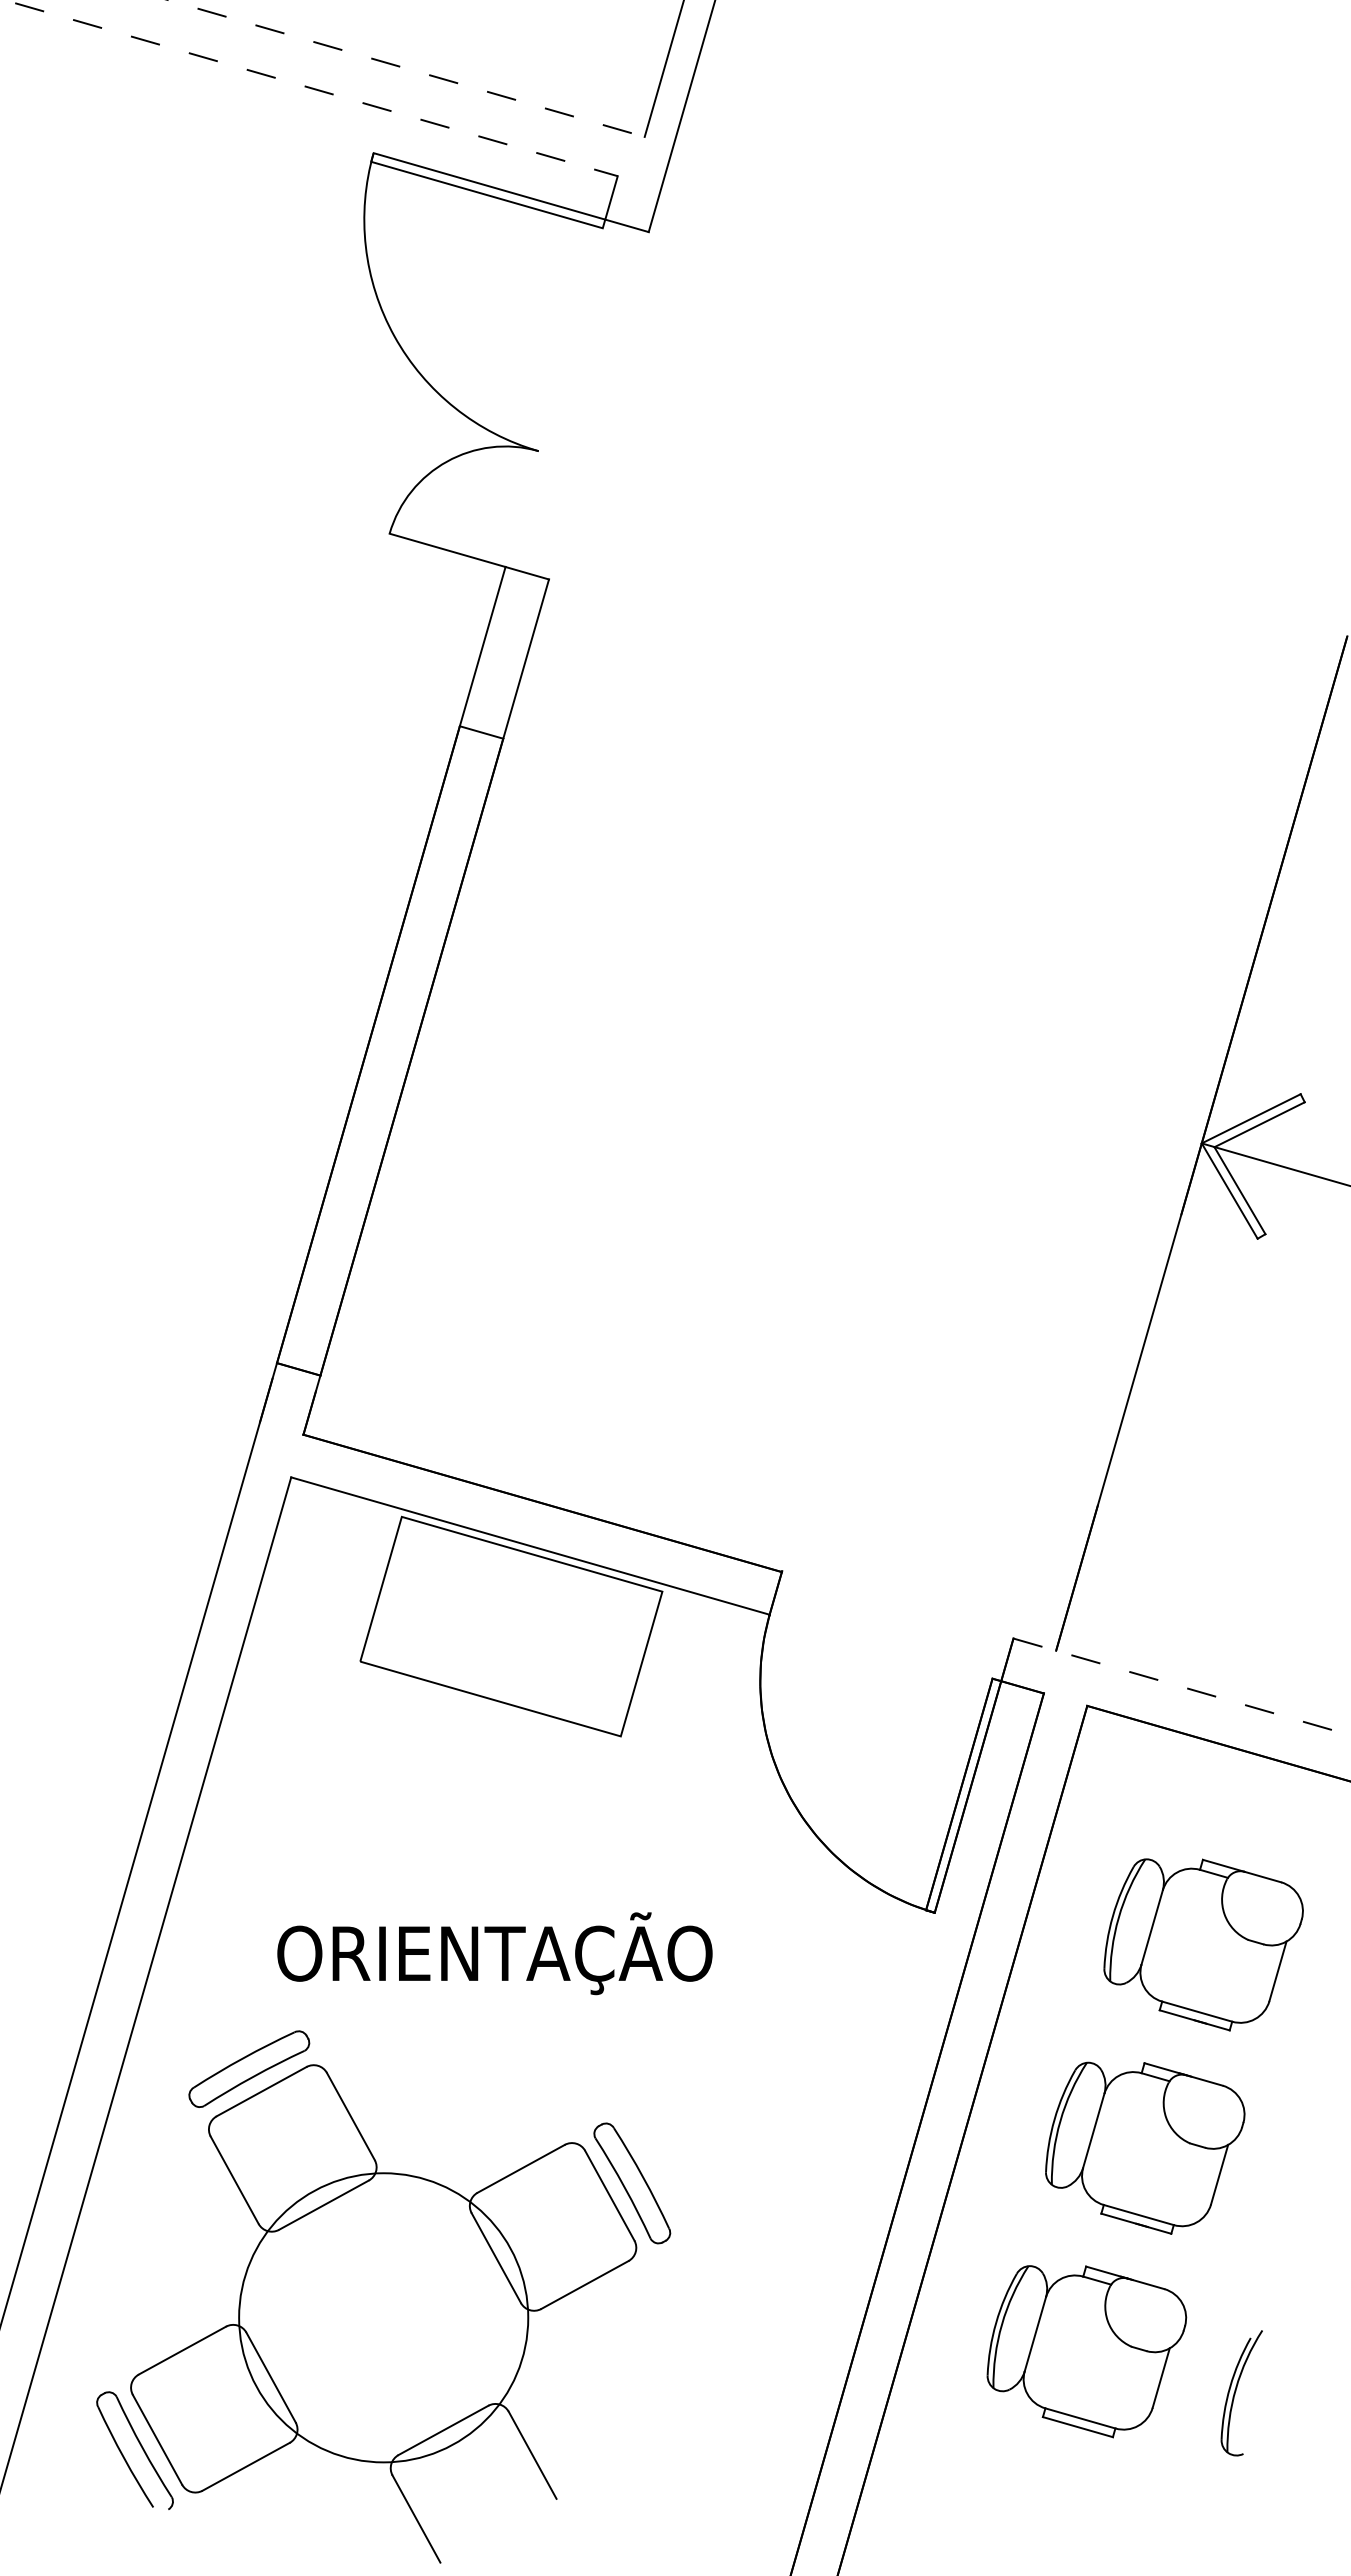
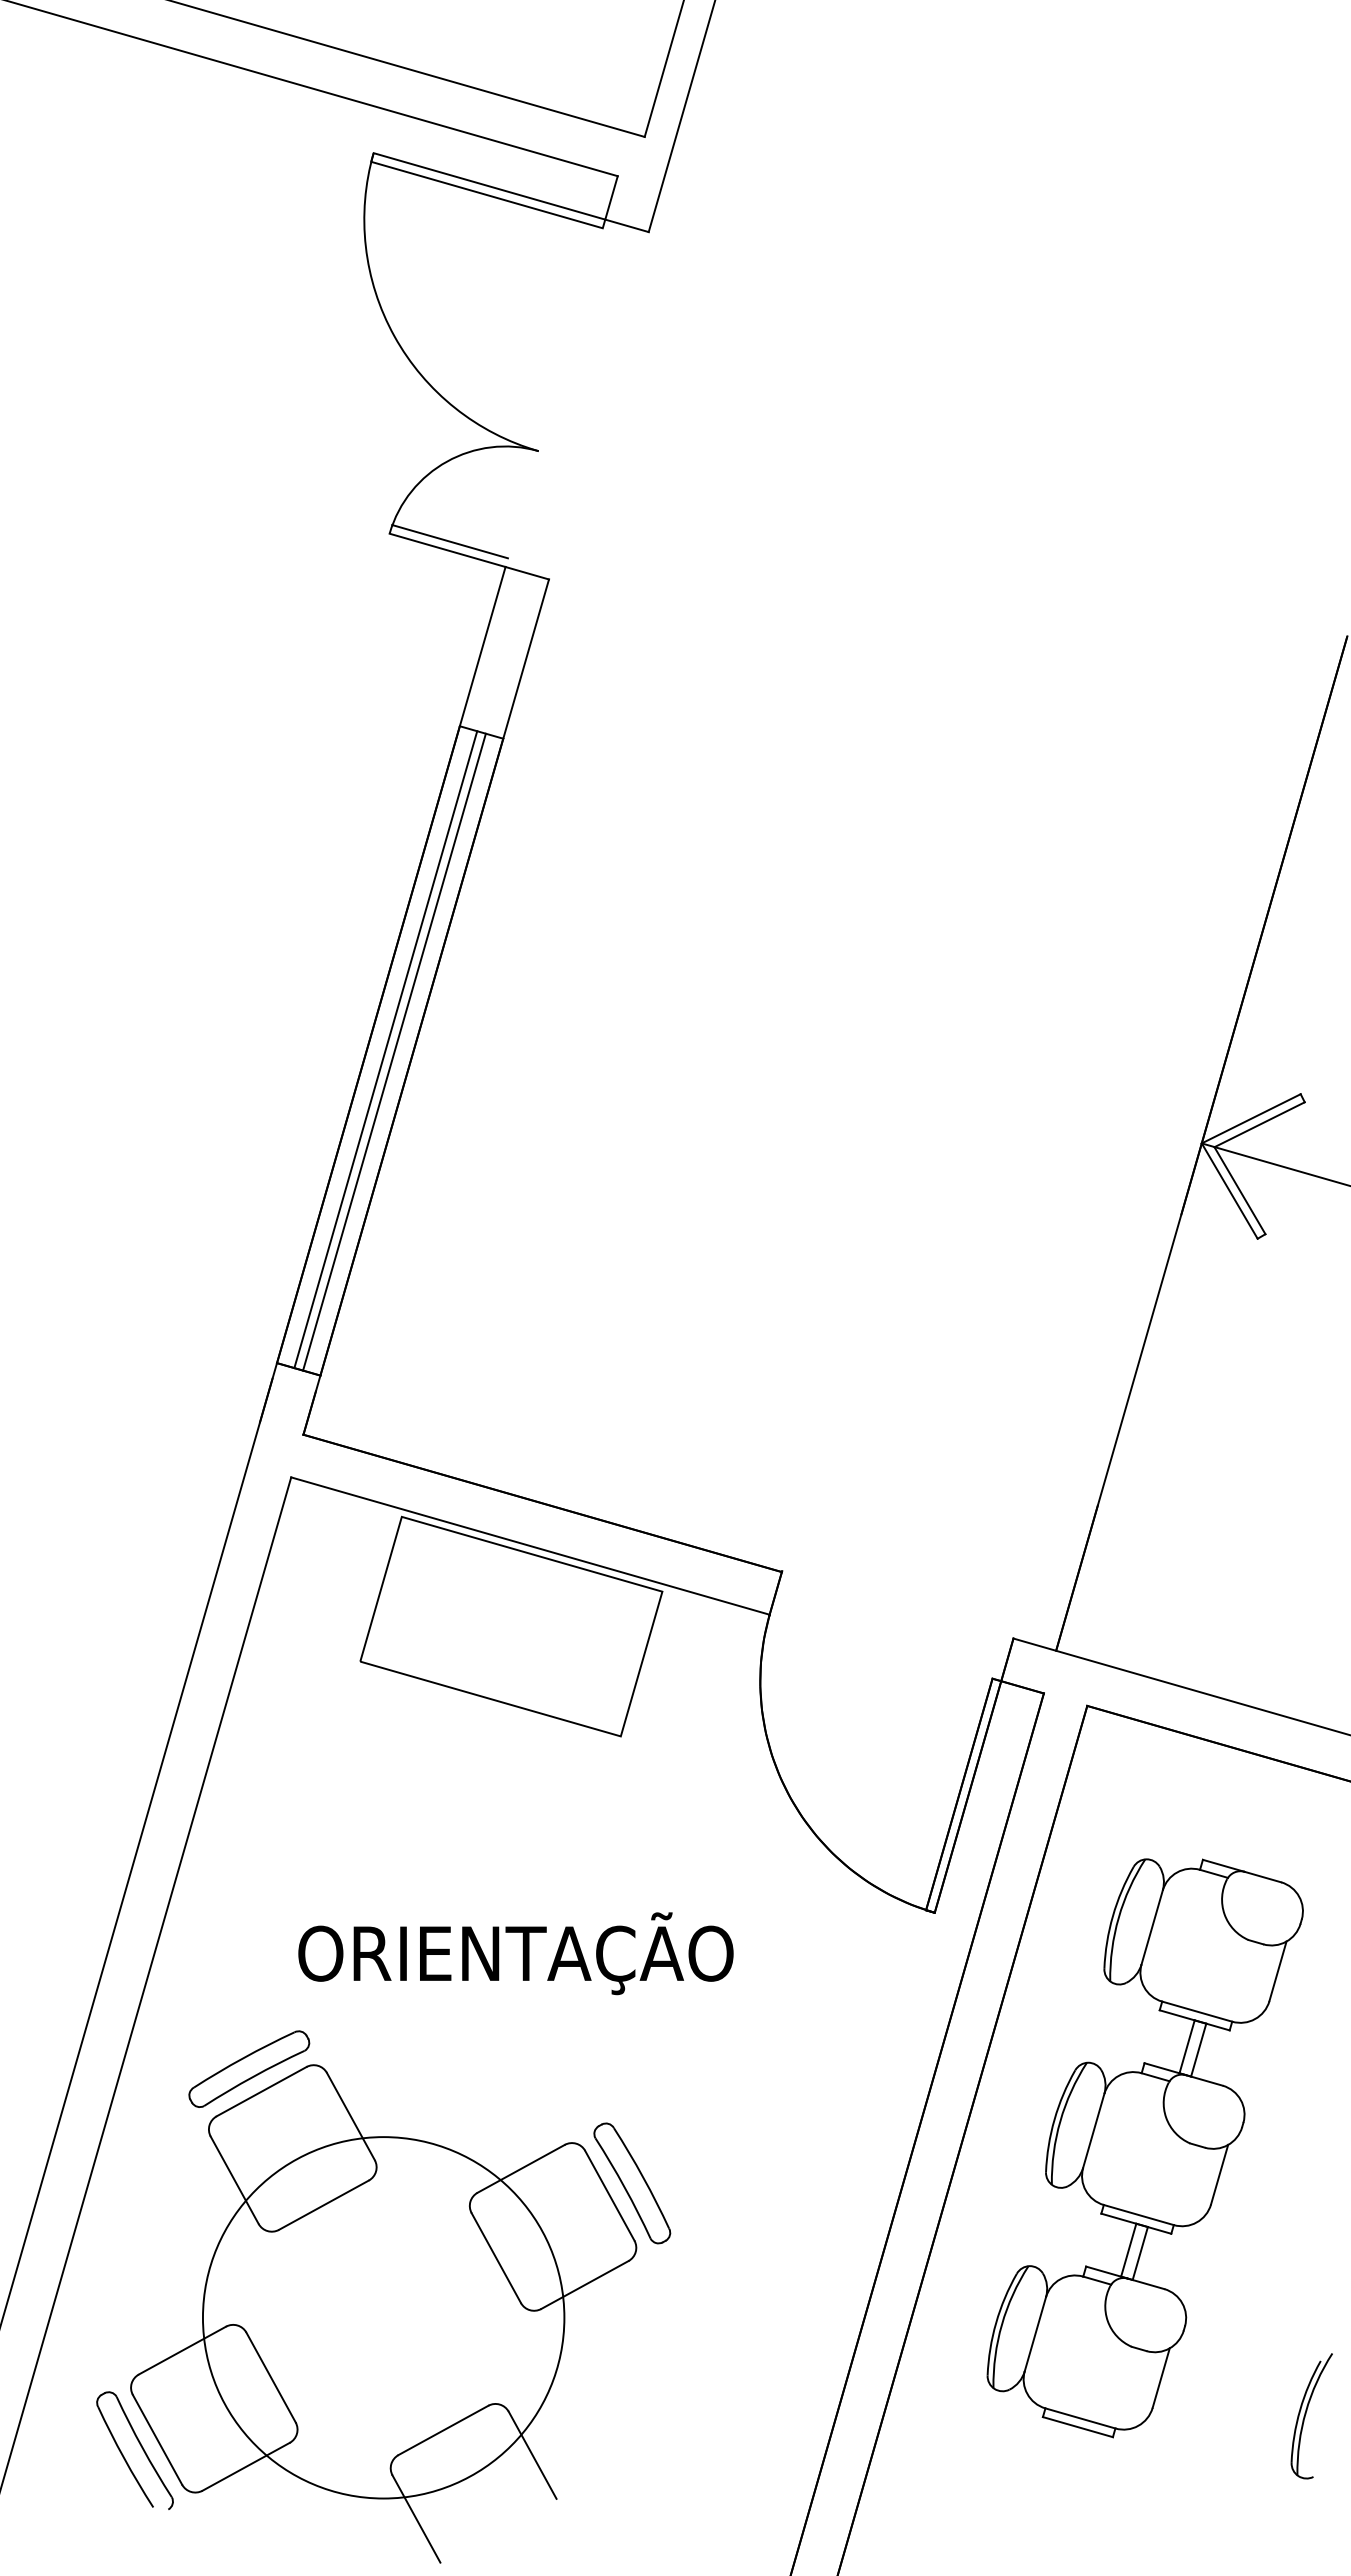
line at (406, 68): dashed -> solid
line at (311, 88): dashed -> solid
line at (449, 541): none -> present
line at (385, 1049): none -> present
line at (394, 1051): none -> present
line at (1182, 1687): dashed -> solid
text at (494, 1953) position: (494, 1953) -> (515, 1953)
line at (1186, 2046): none -> present
line at (1198, 2049): none -> present
line at (1128, 2249): none -> present
line at (1139, 2253): none -> present
circle at (383, 2317) diameter: 289 px -> 361 px
part at (1241, 2393) position: (1241, 2393) -> (1311, 2416)
